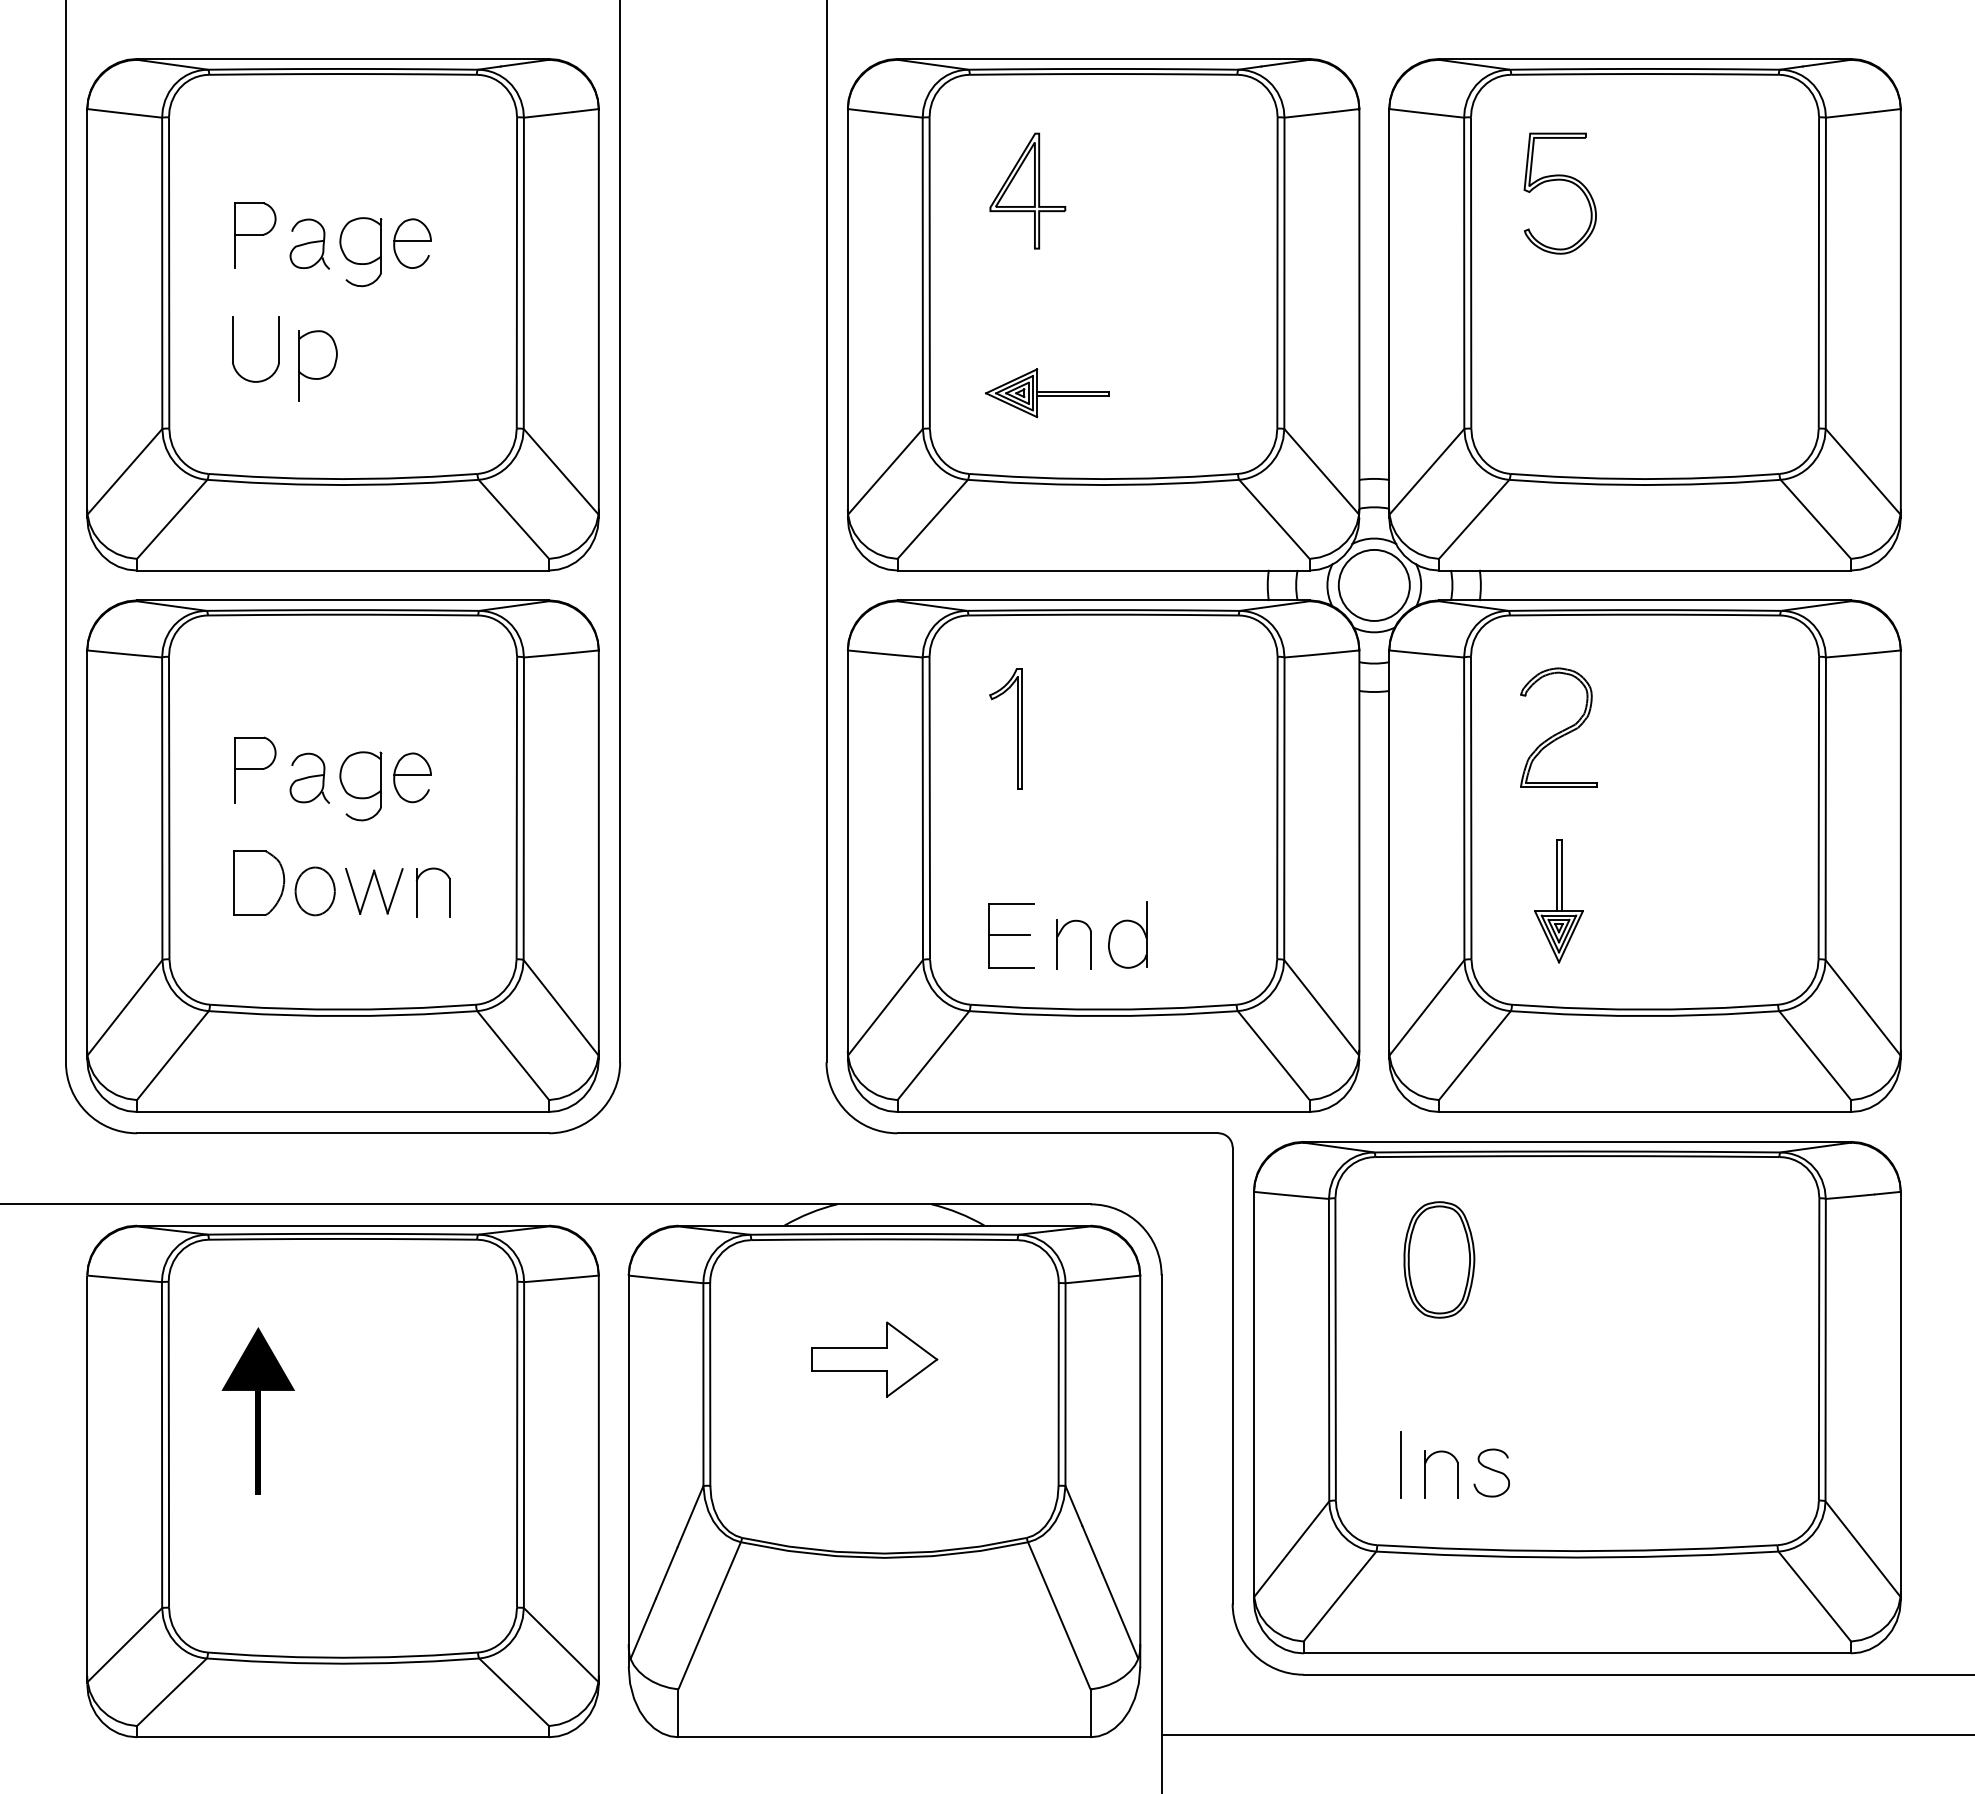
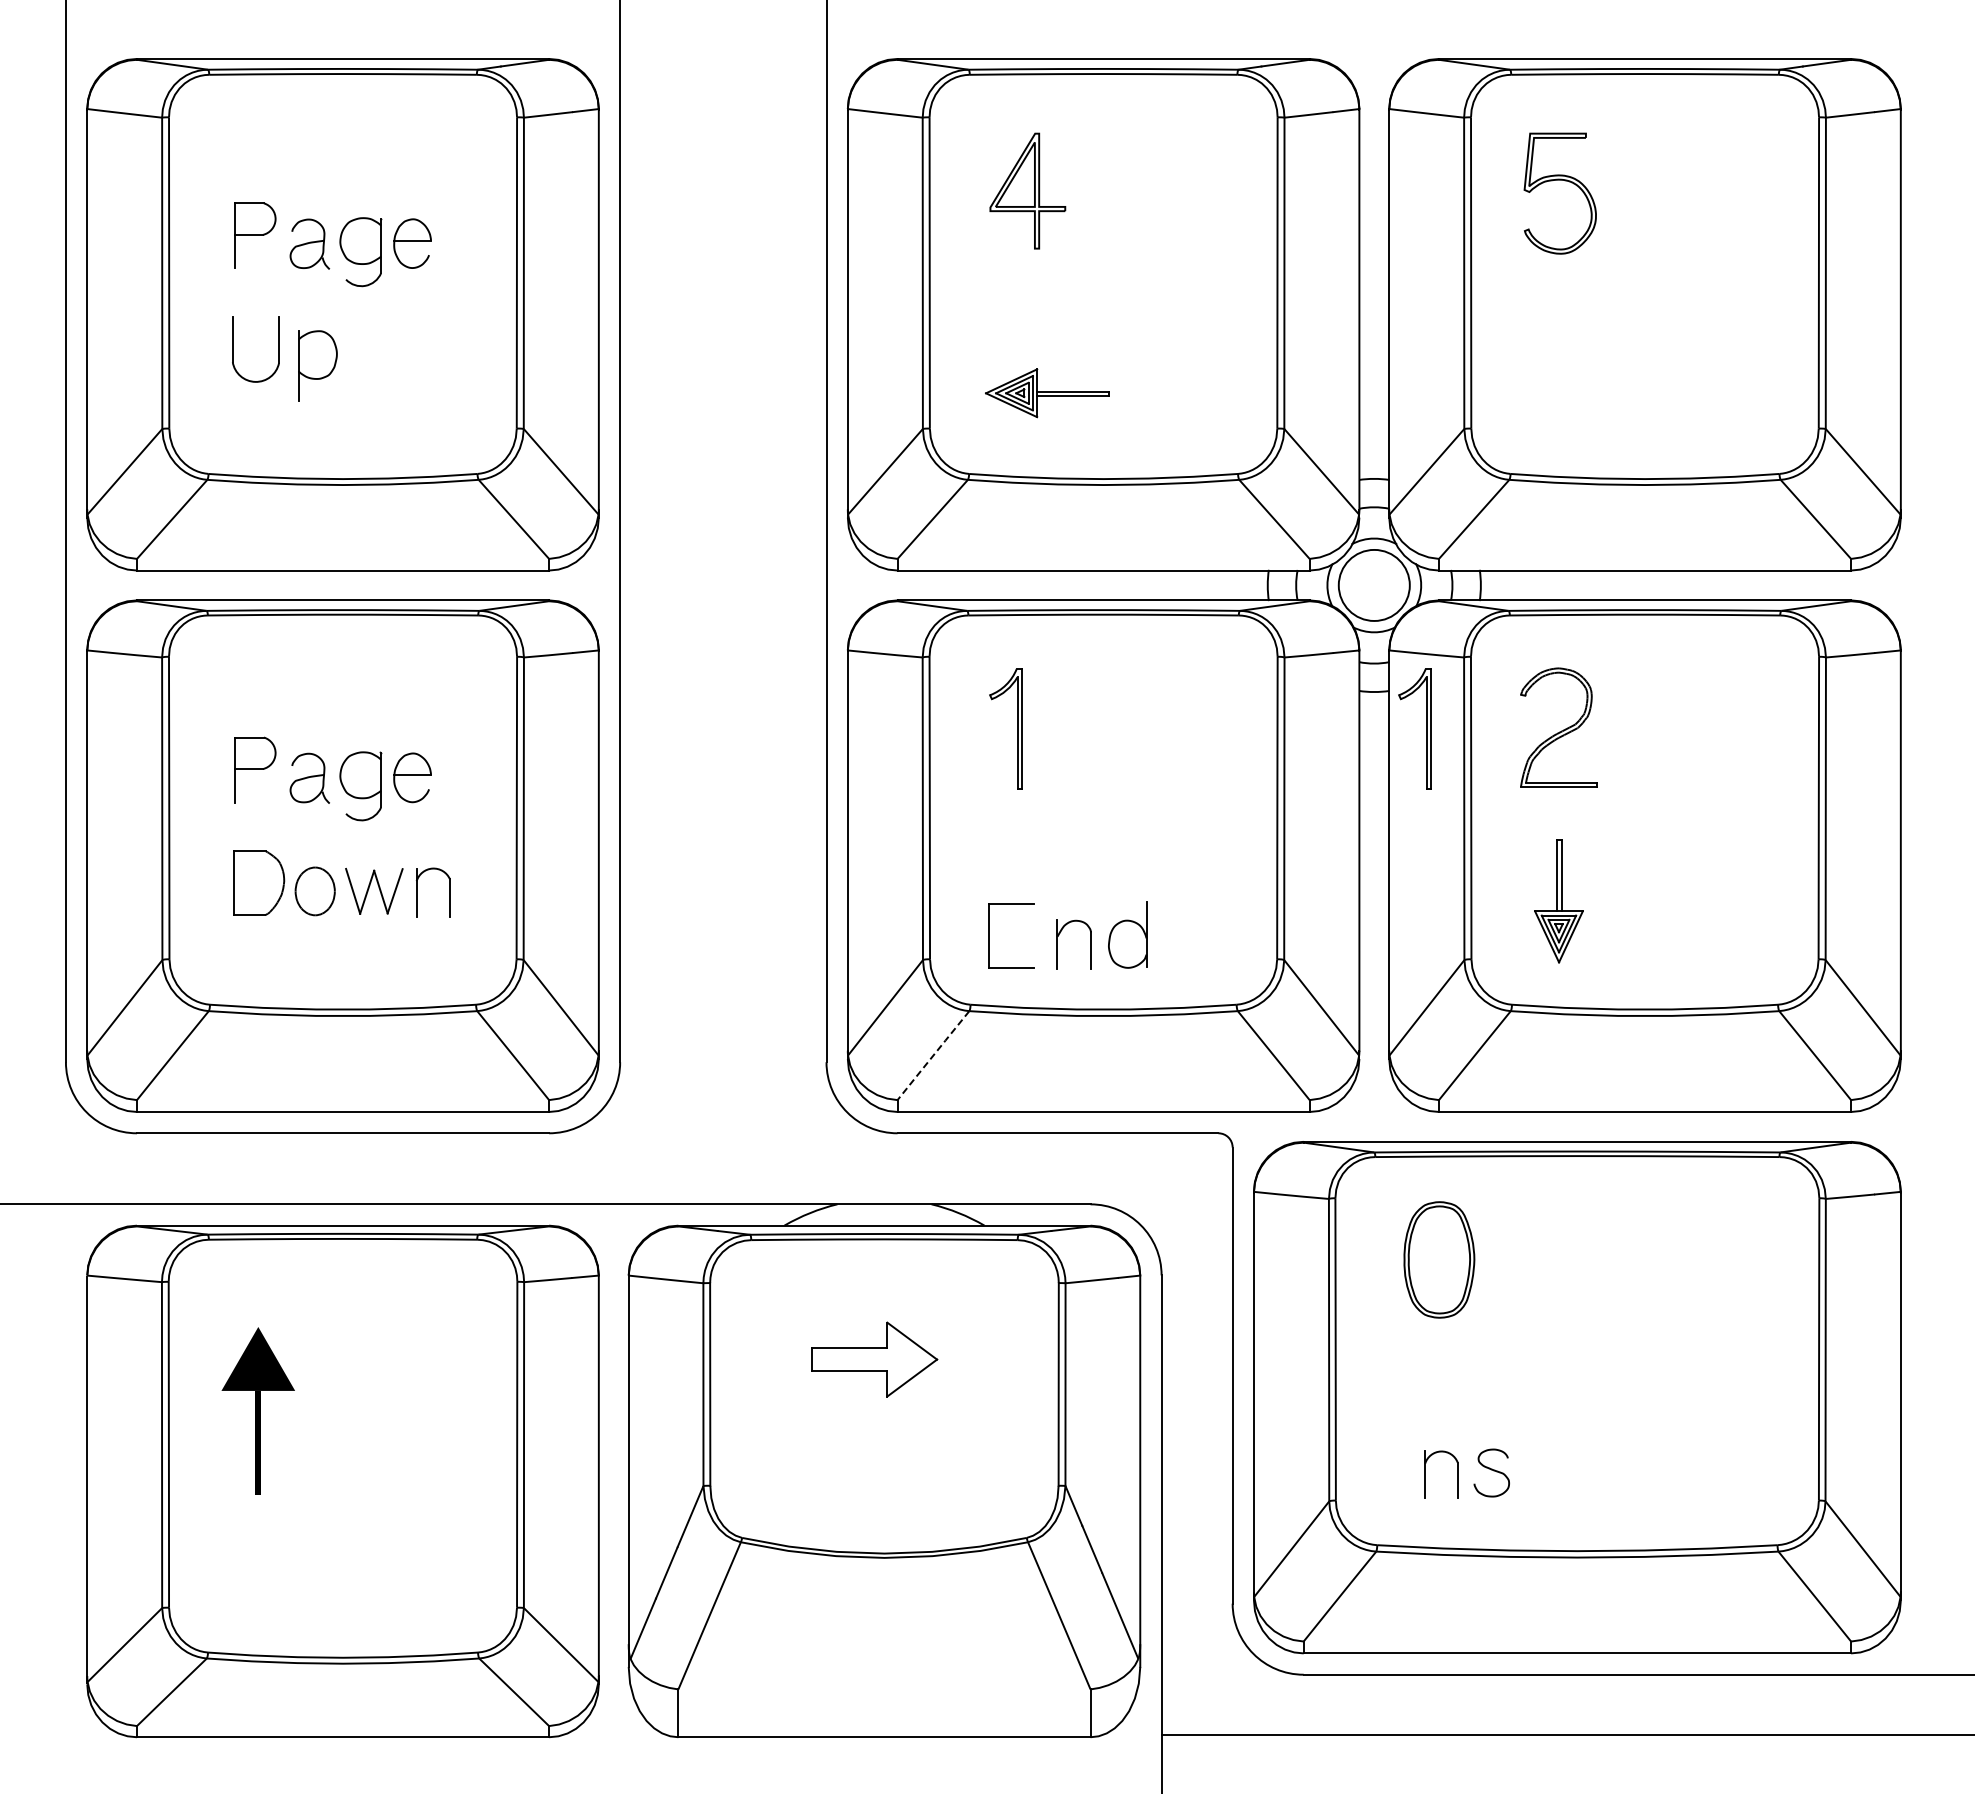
part at (1426, 728): none -> present
line at (1009, 934): present -> none
line at (933, 1055): solid -> dashed
line at (1401, 1465): present -> none
